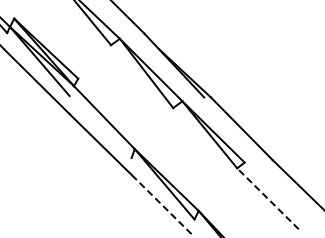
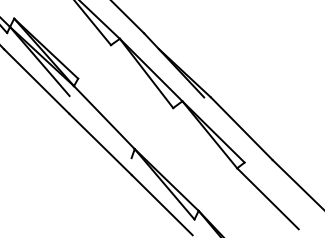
line at (267, 198): dashed -> solid
line at (162, 205): dashed -> solid
